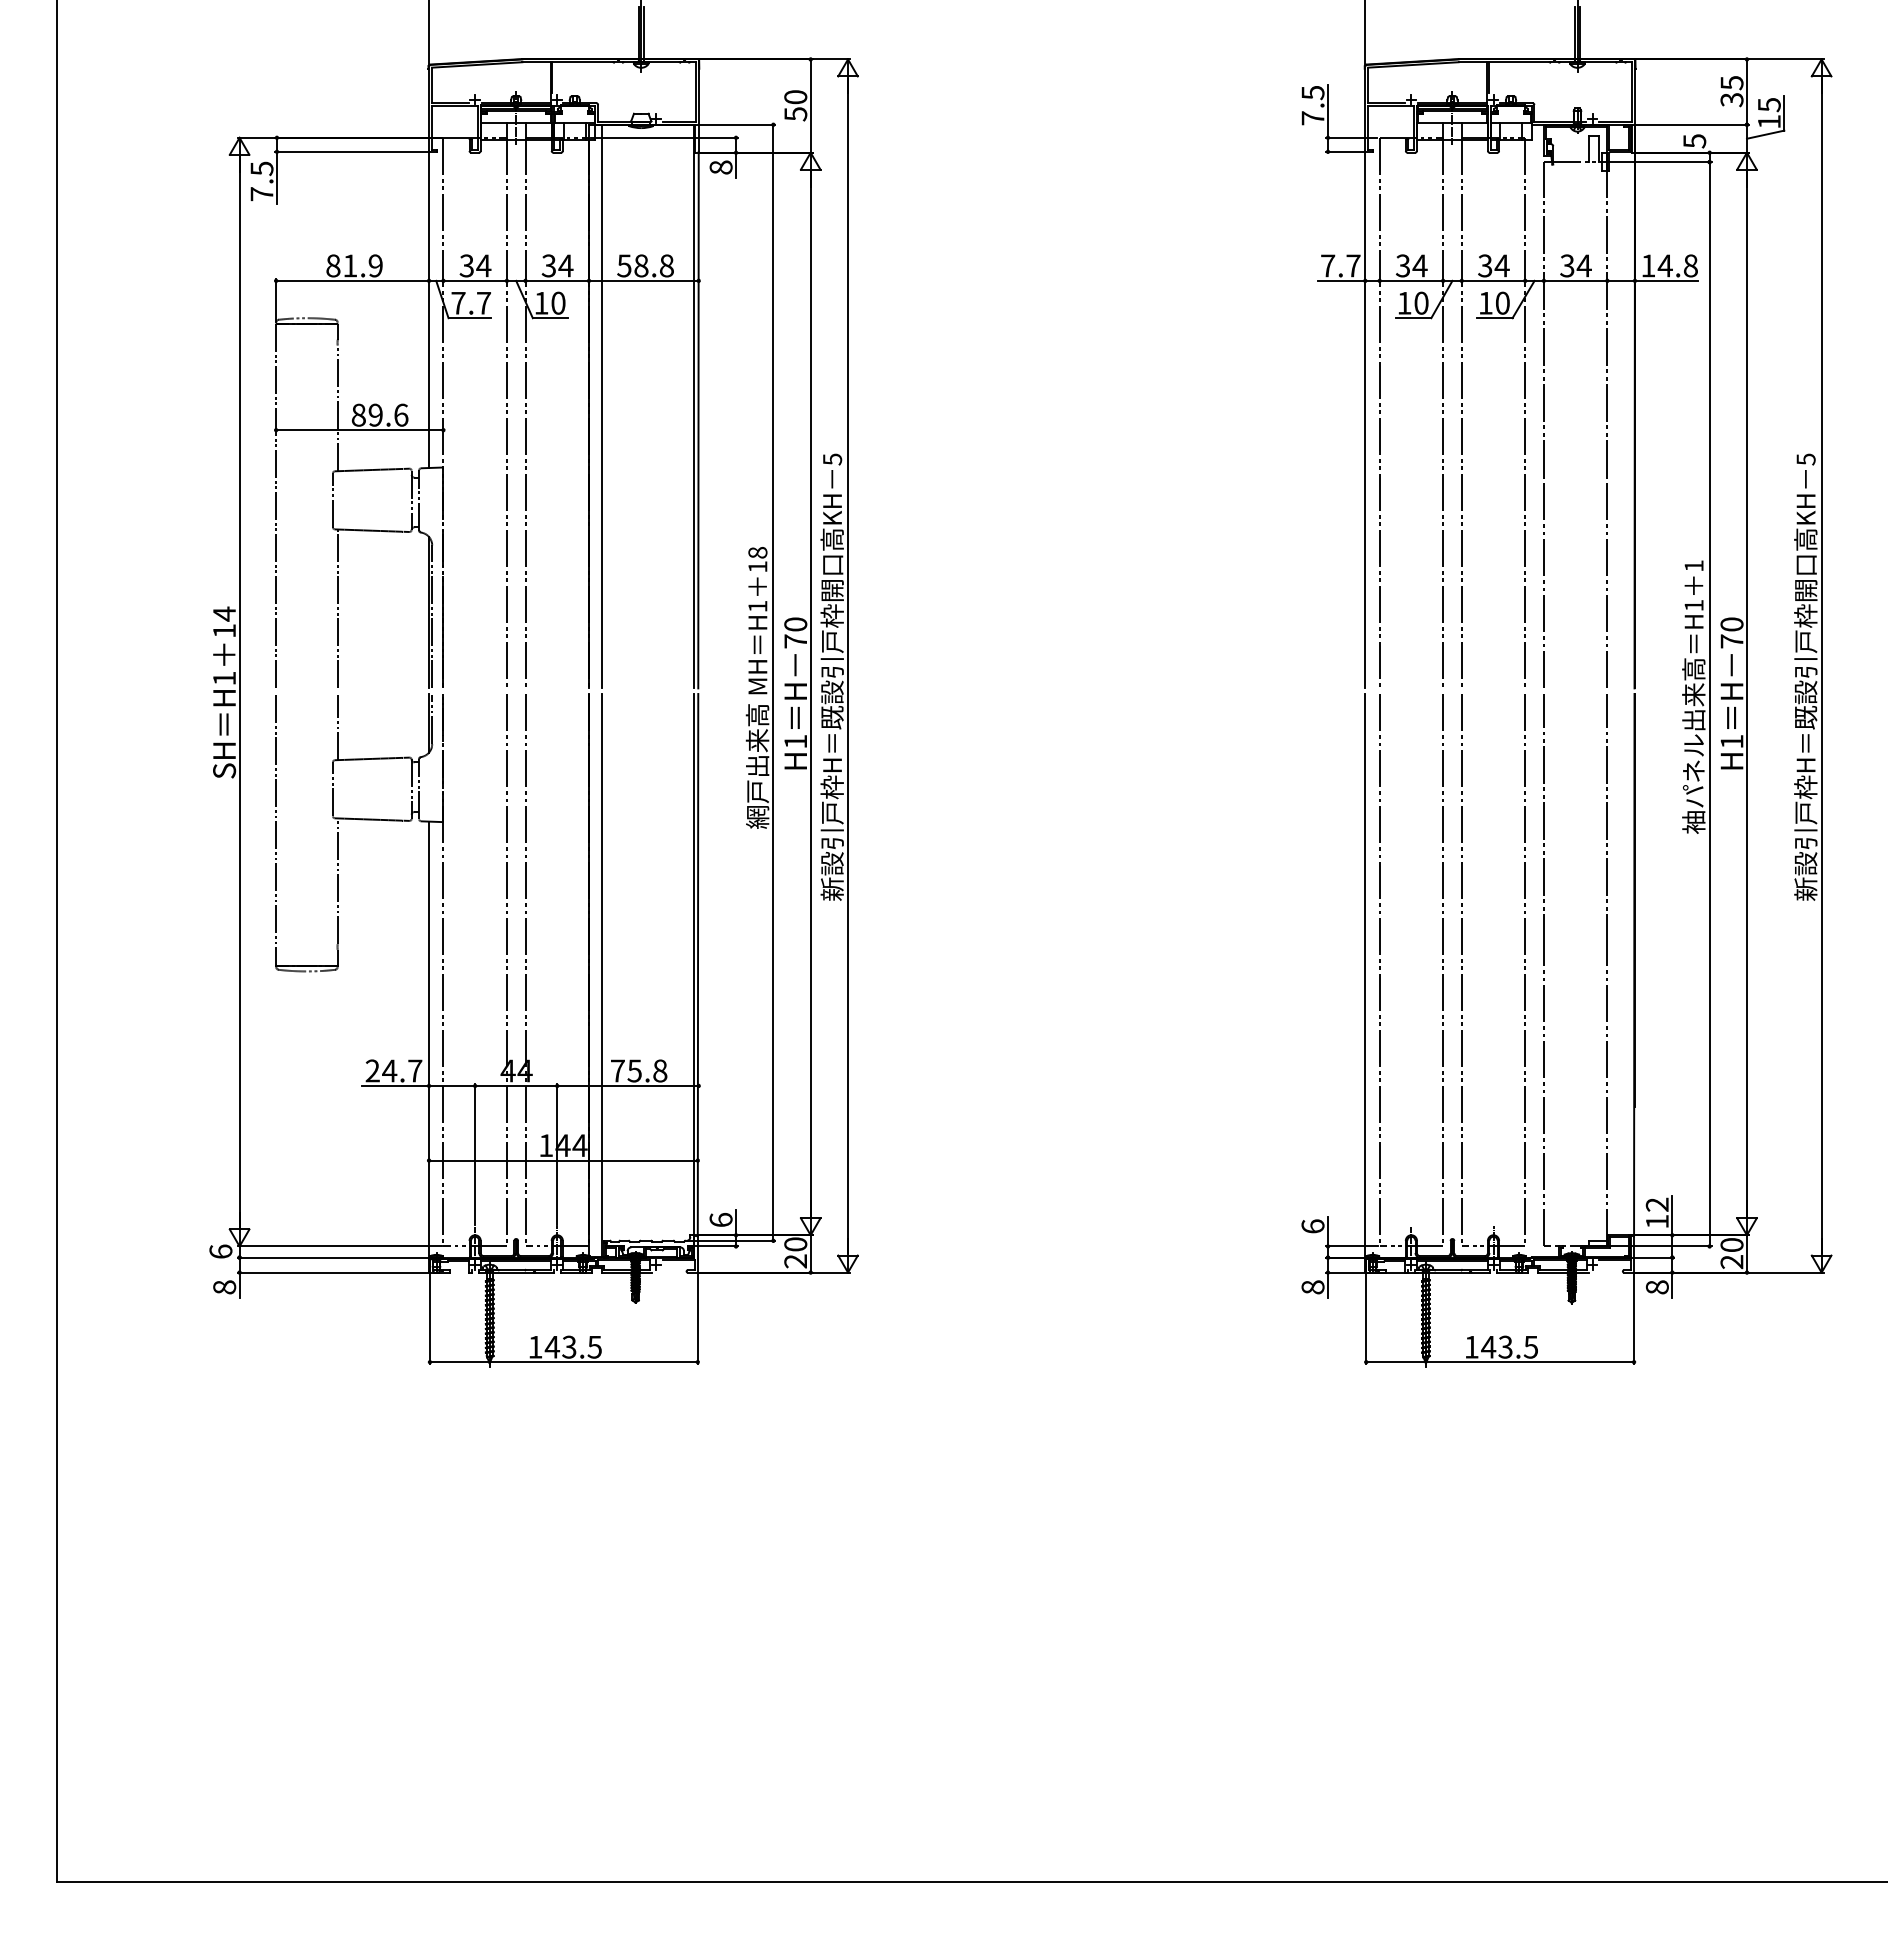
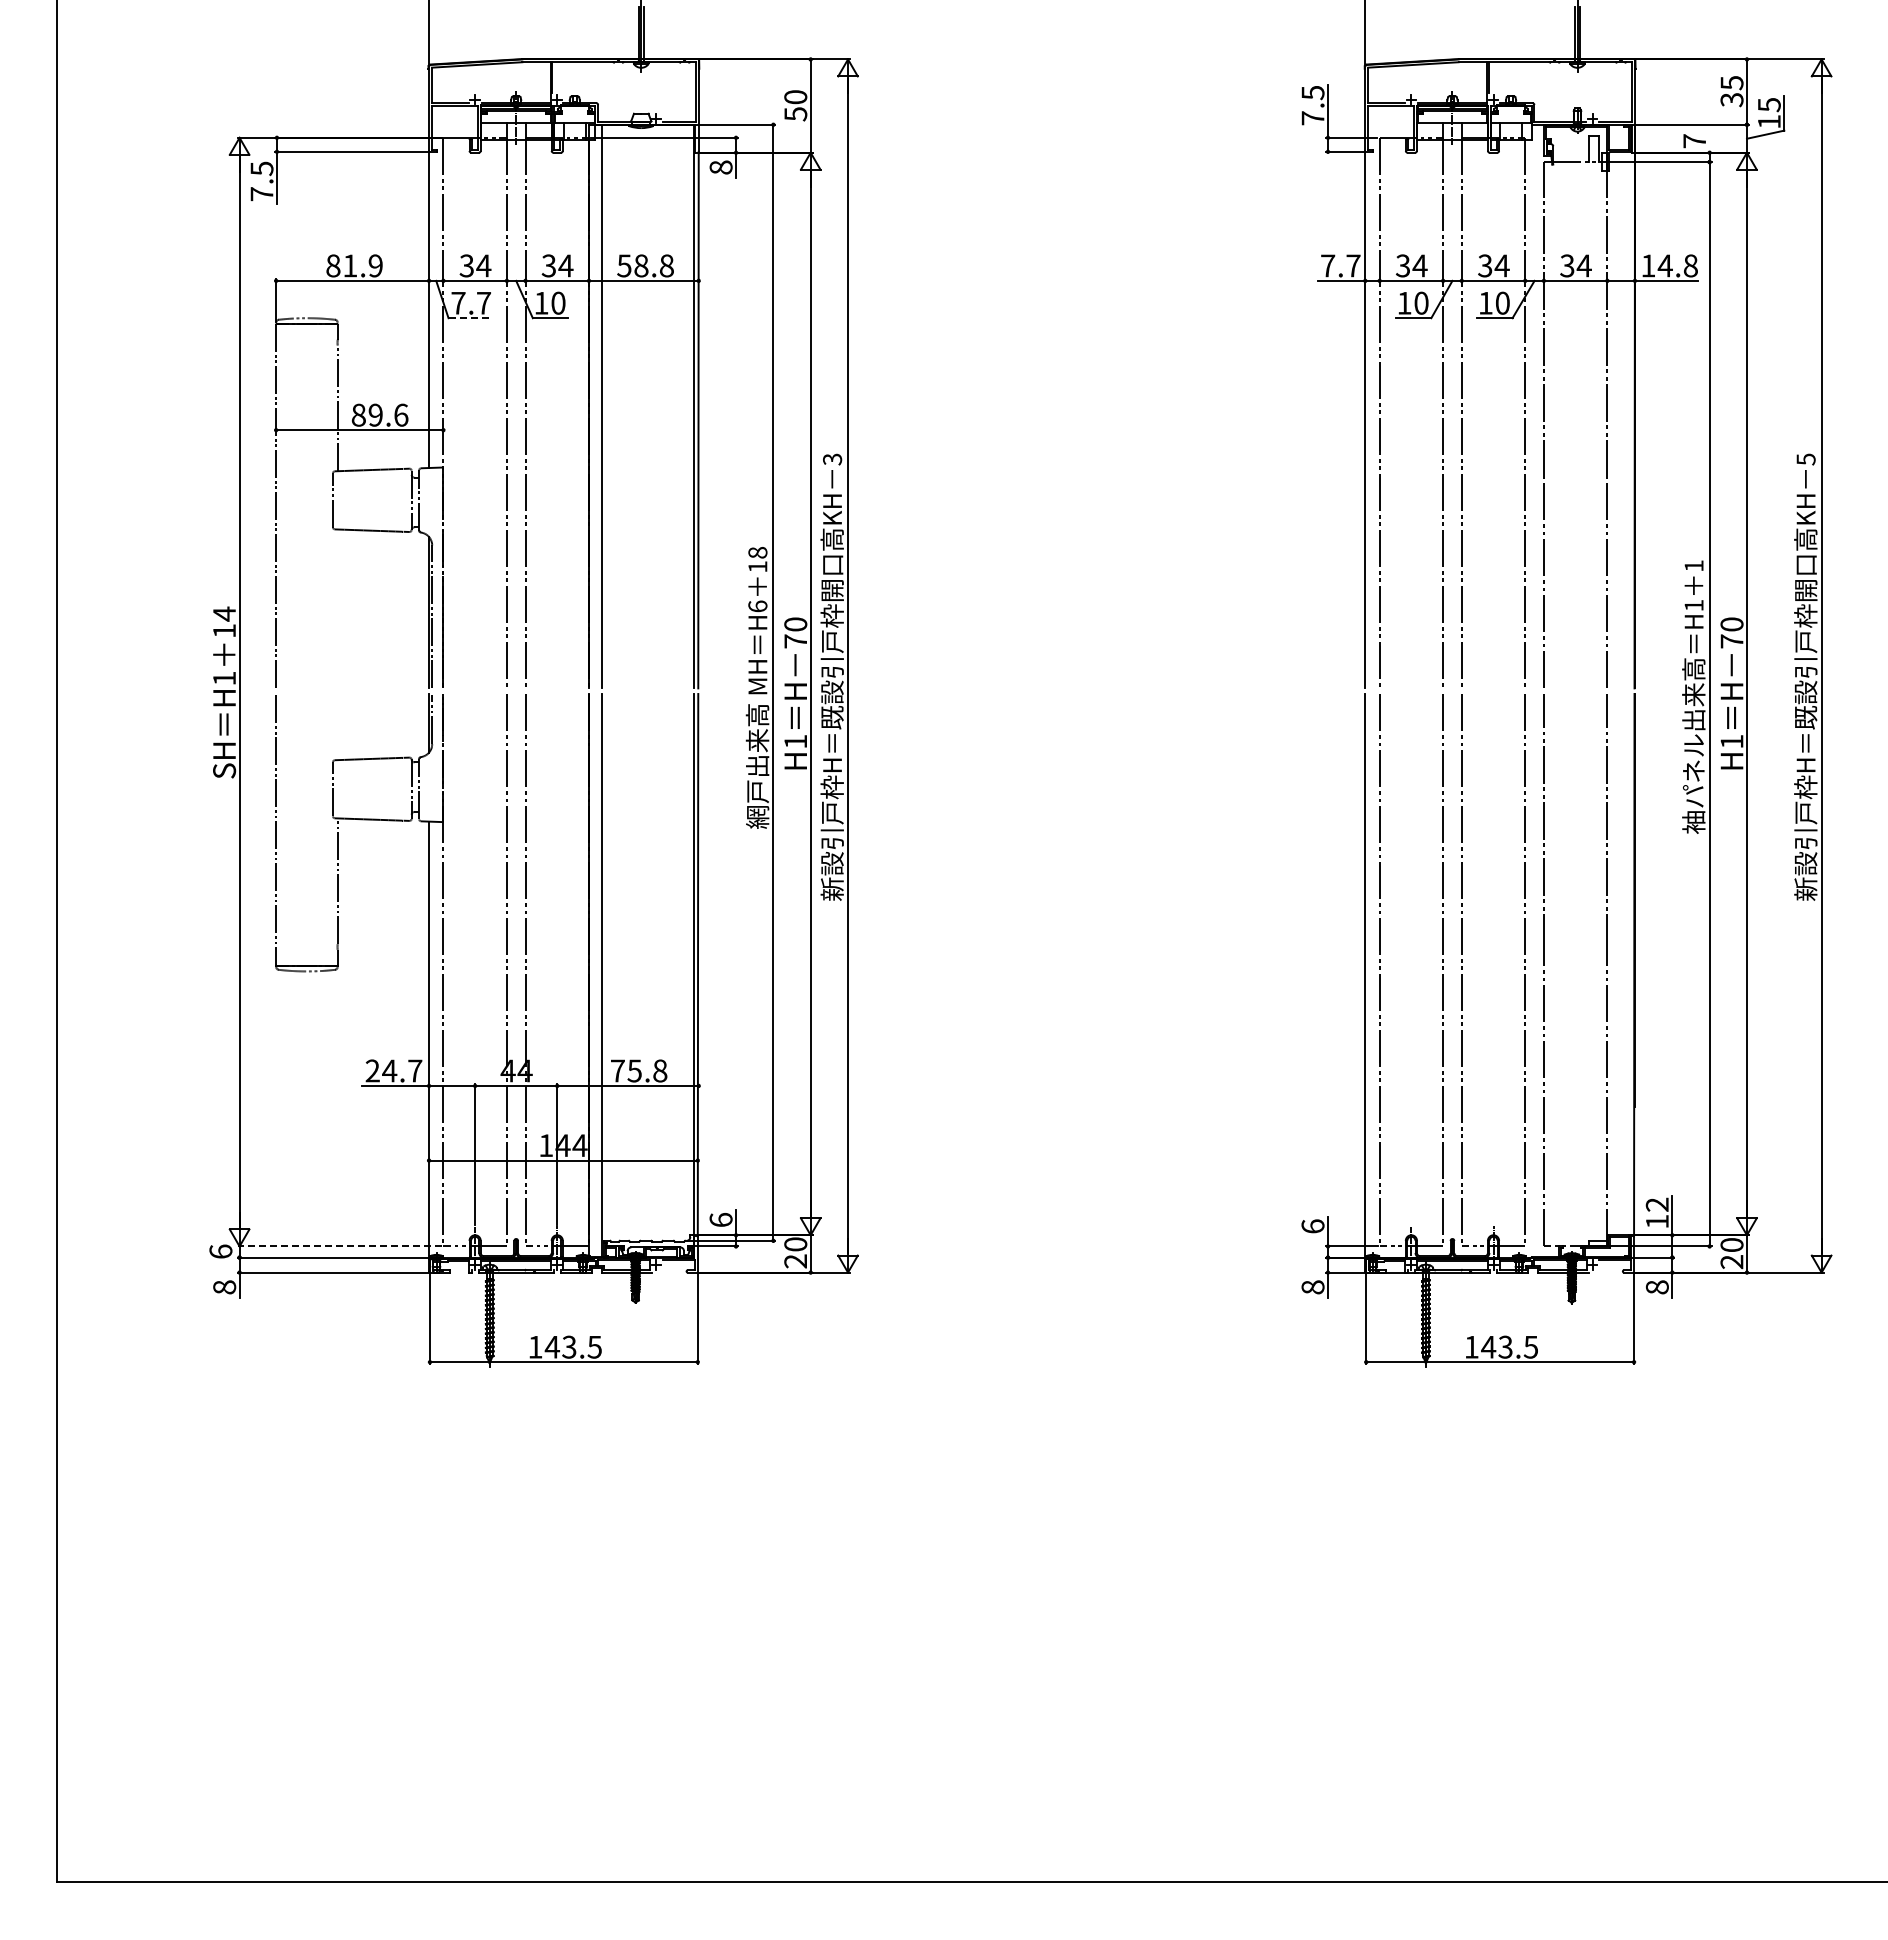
text at (1694, 141): 5 -> 7
line at (470, 318): solid -> dashed
text at (832, 458): 5 -> 3
text at (757, 606): H1 -> H6
line at (337, 608): present -> none
line at (337, 727): present -> none
line at (339, 1246): solid -> dashed
